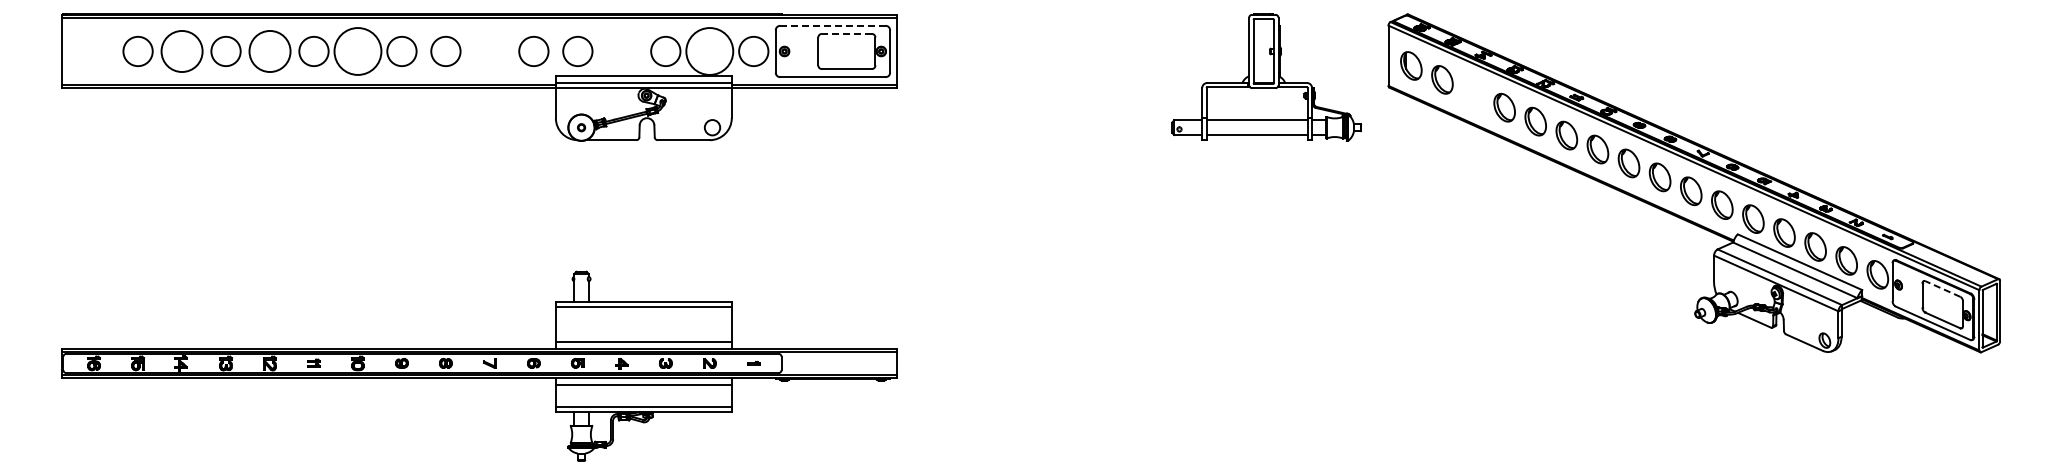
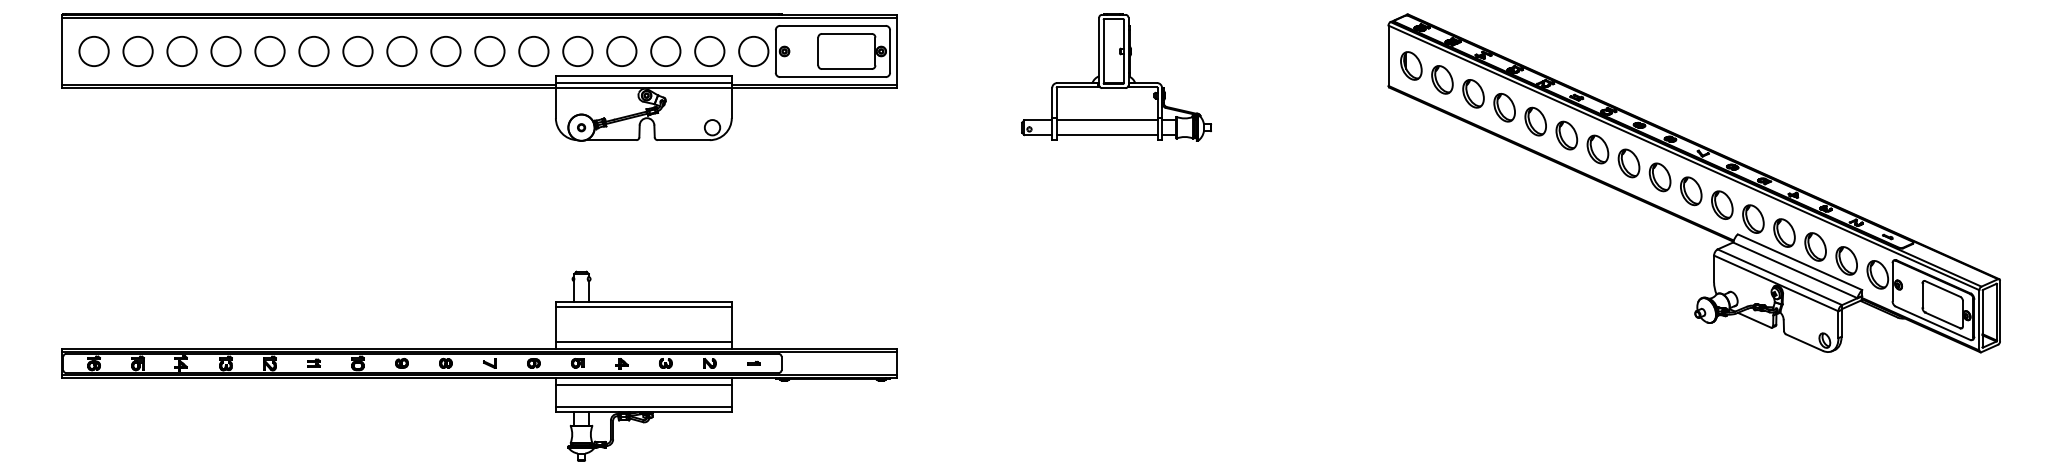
line at (832, 25): dashed -> solid
line at (846, 33): dashed -> solid
circle at (93, 51): none -> present
circle at (181, 51) size: 44x43 px -> 32x31 px
circle at (269, 51) size: 44x43 px -> 32x31 px
circle at (357, 51) diameter: 47 px -> 29 px
circle at (489, 51): none -> present
circle at (621, 51): none -> present
circle at (709, 51) diameter: 47 px -> 29 px
part at (1266, 77) position: (1266, 77) -> (1116, 77)
part at (1473, 93): none -> present
line at (1942, 288): dashed -> solid
